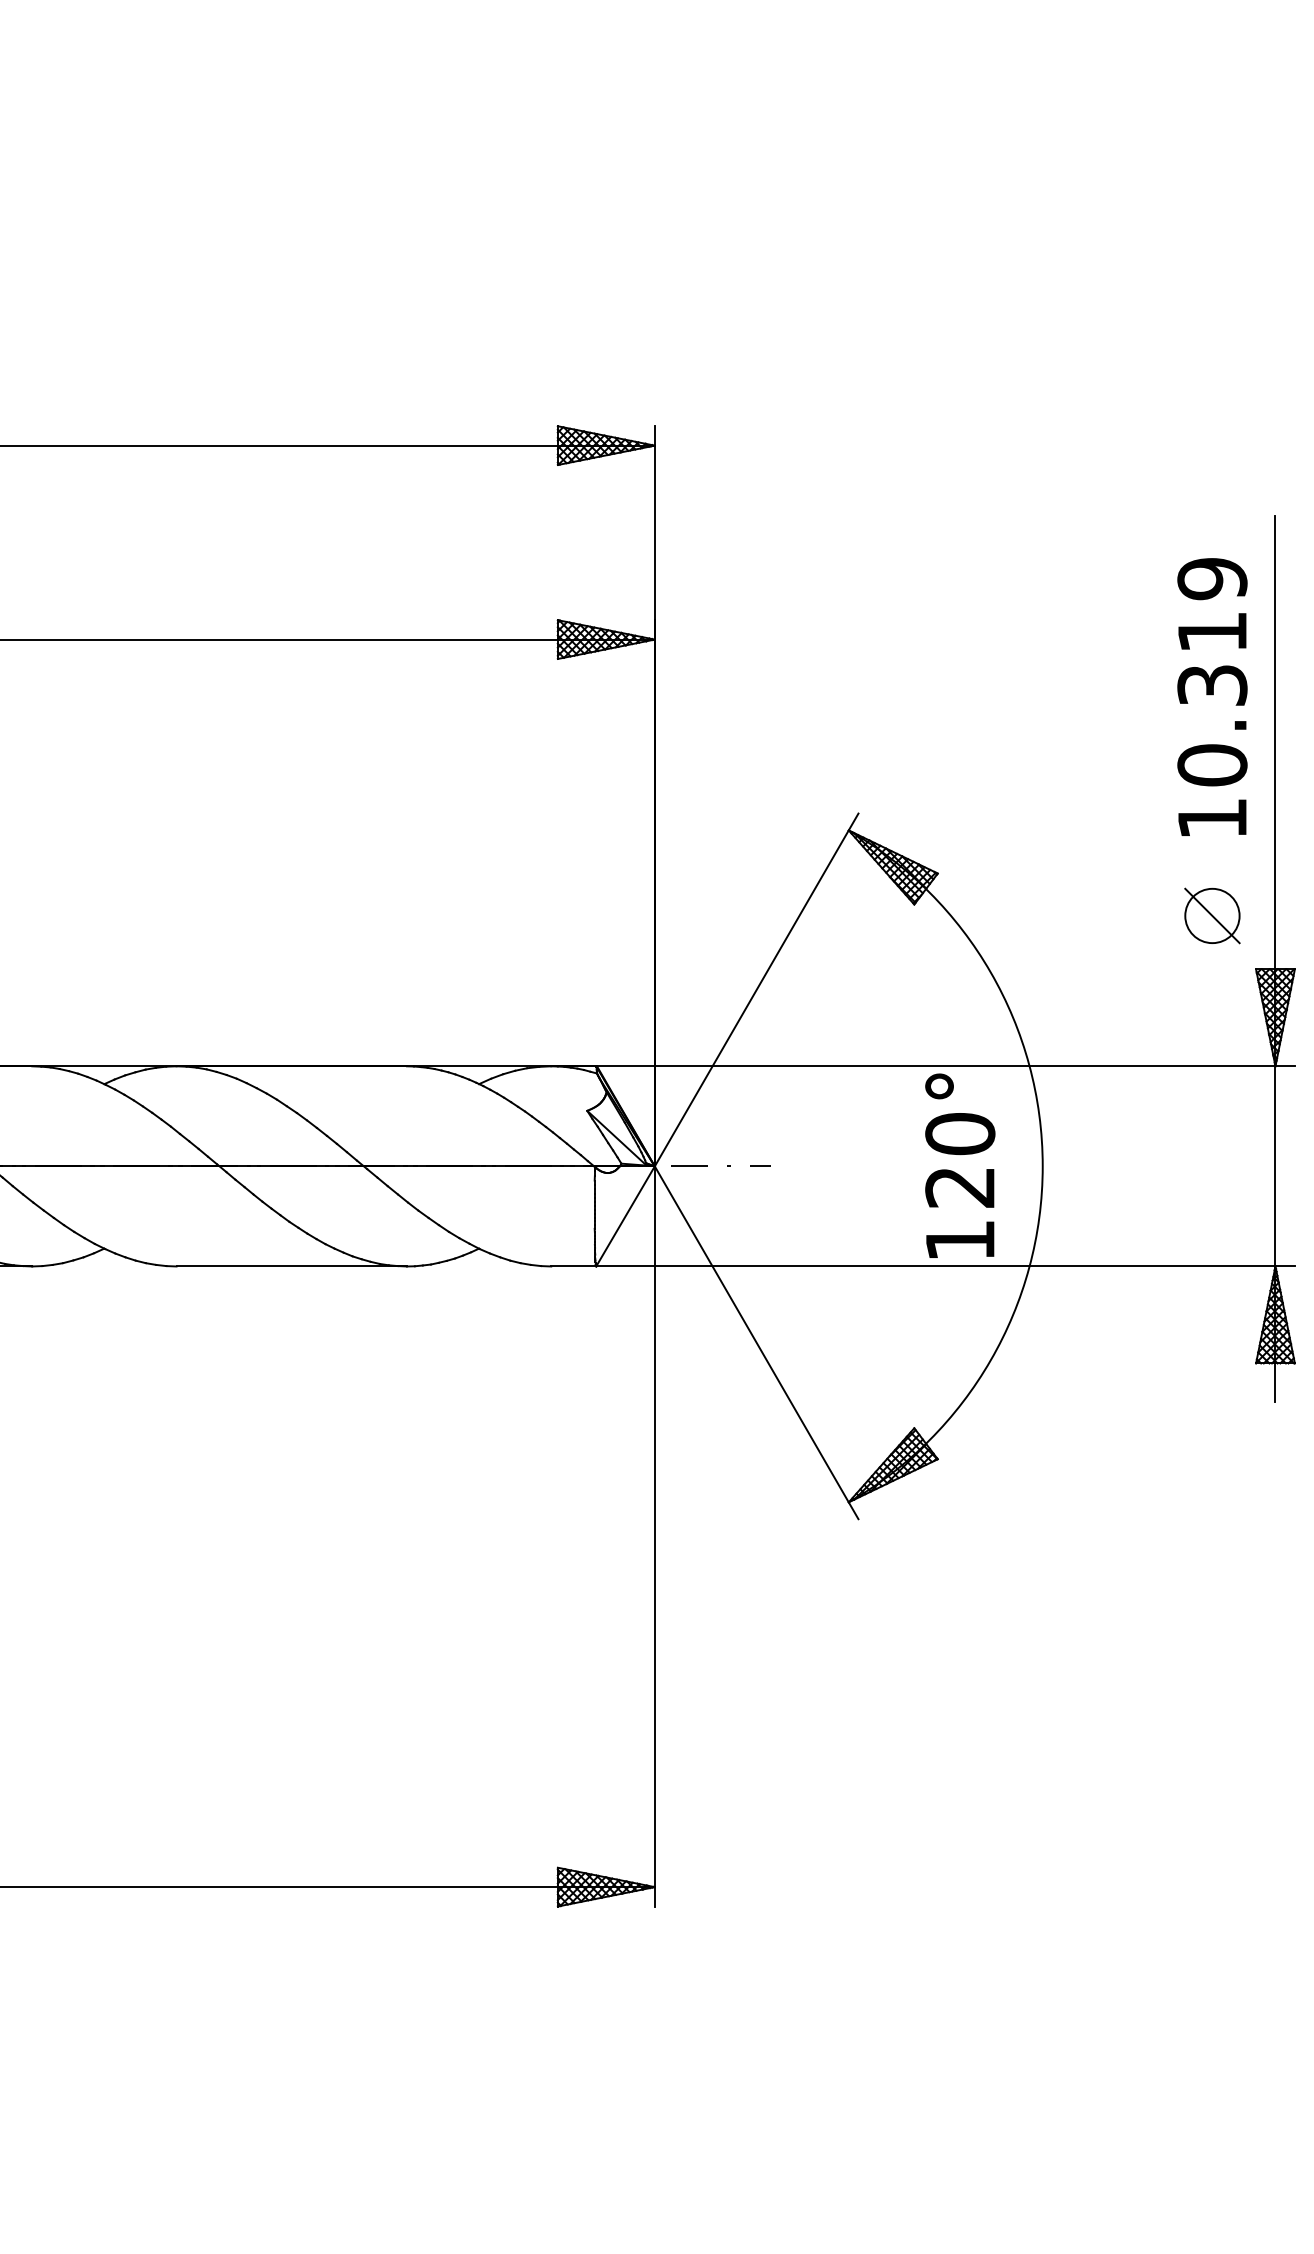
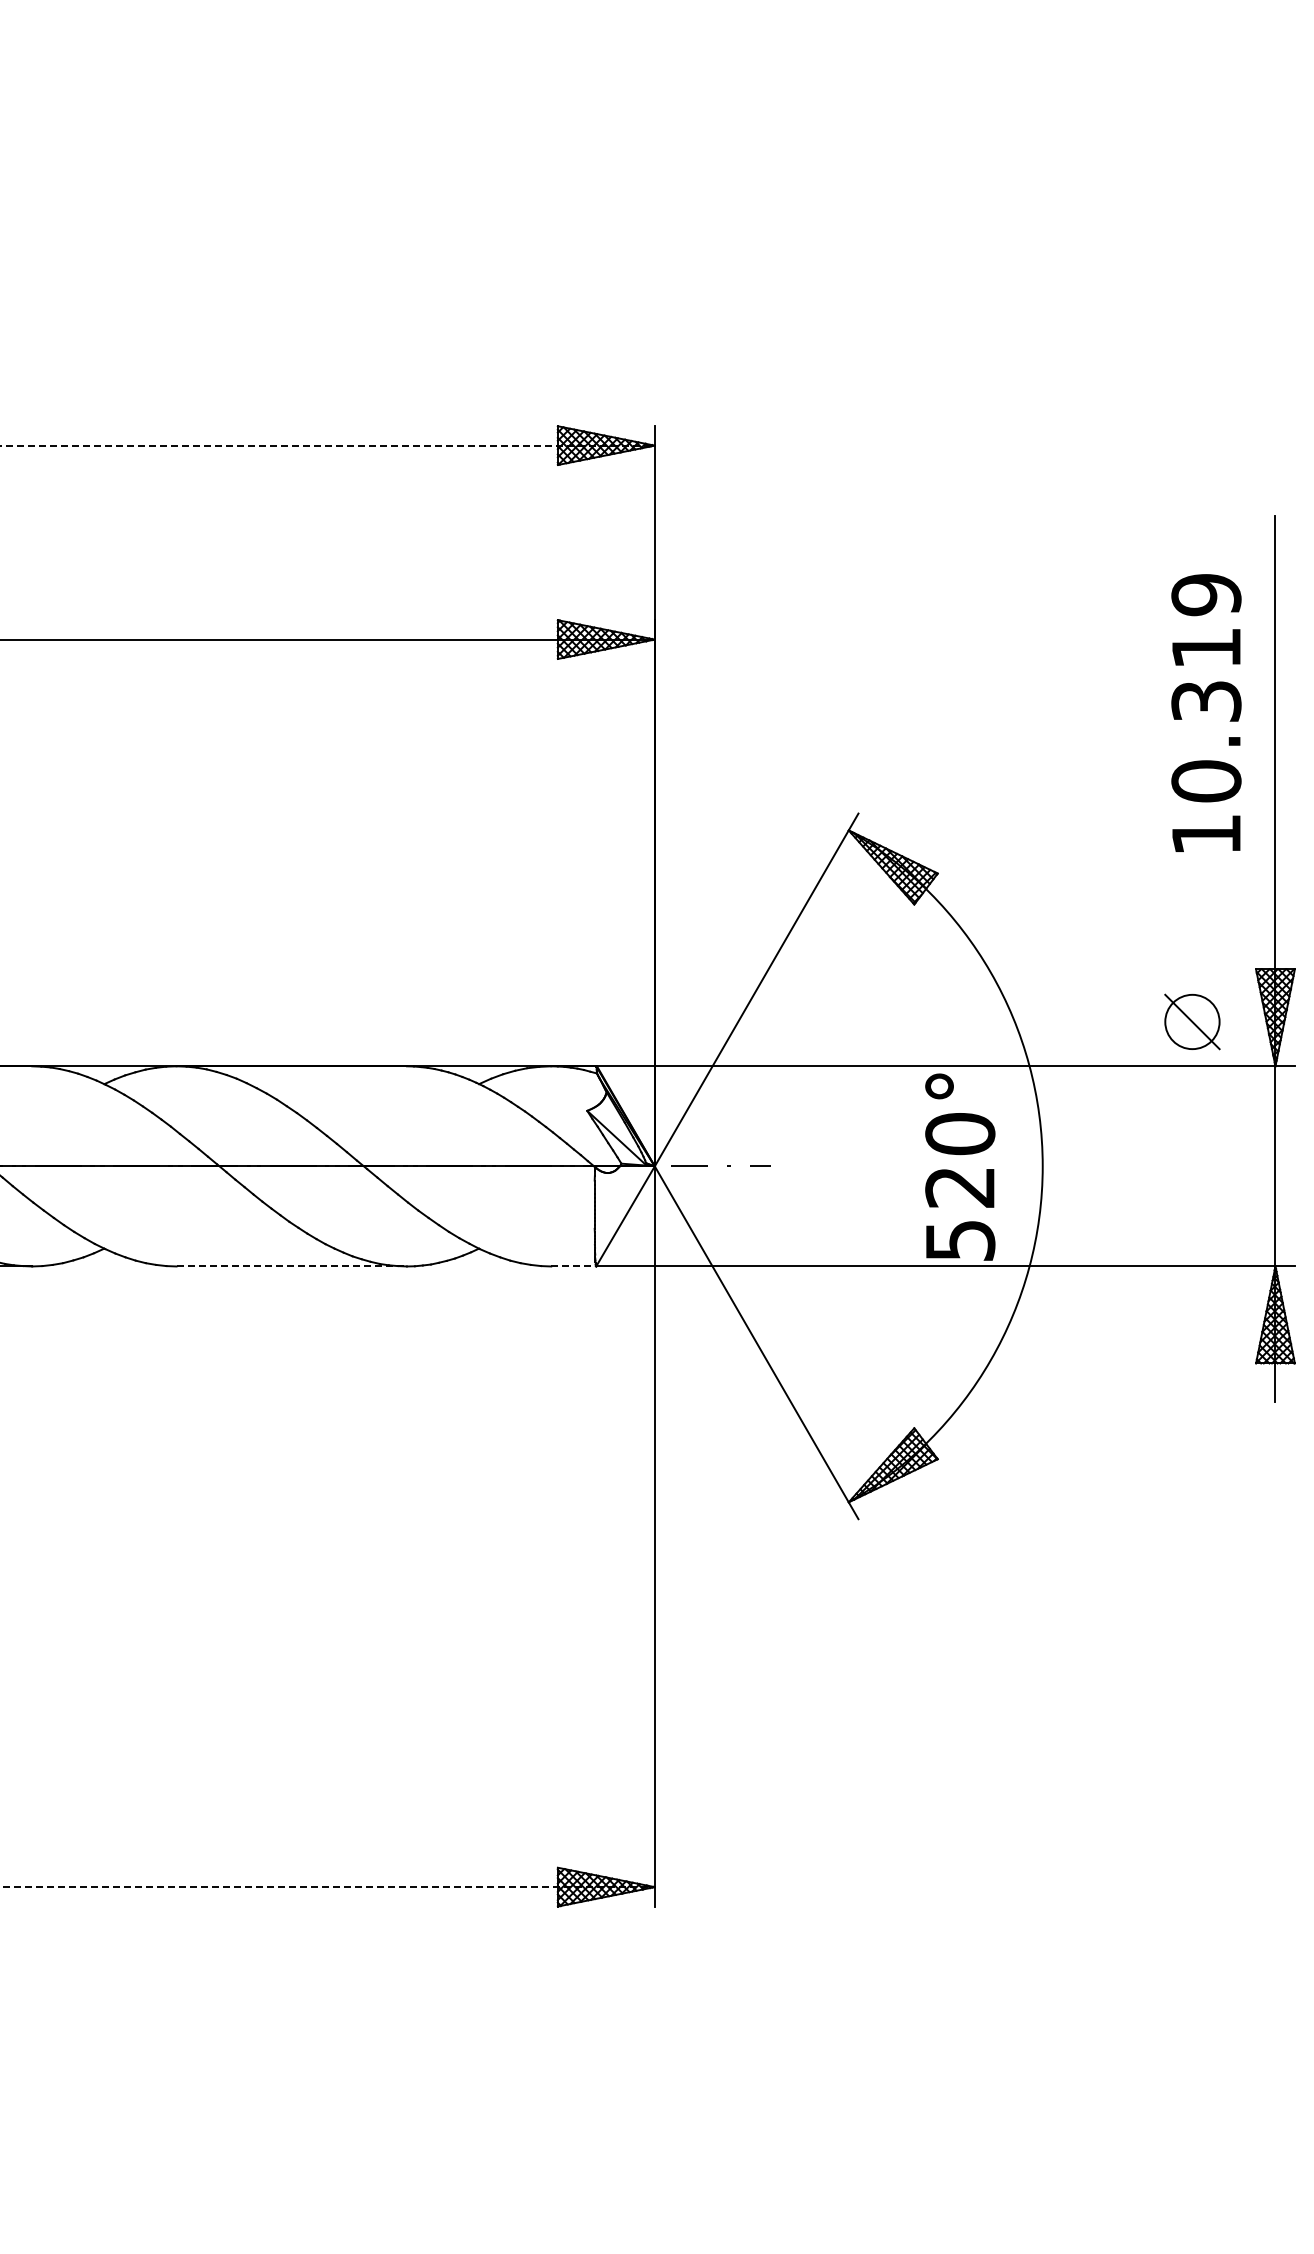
line at (327, 445): solid -> dashed
text at (1212, 696) position: (1212, 696) -> (1206, 712)
part at (1212, 915) position: (1212, 915) -> (1192, 1021)
text at (960, 1240): 120° -> 520°
line at (292, 1266): solid -> dashed
line at (574, 1266): solid -> dashed
line at (327, 1887): solid -> dashed
